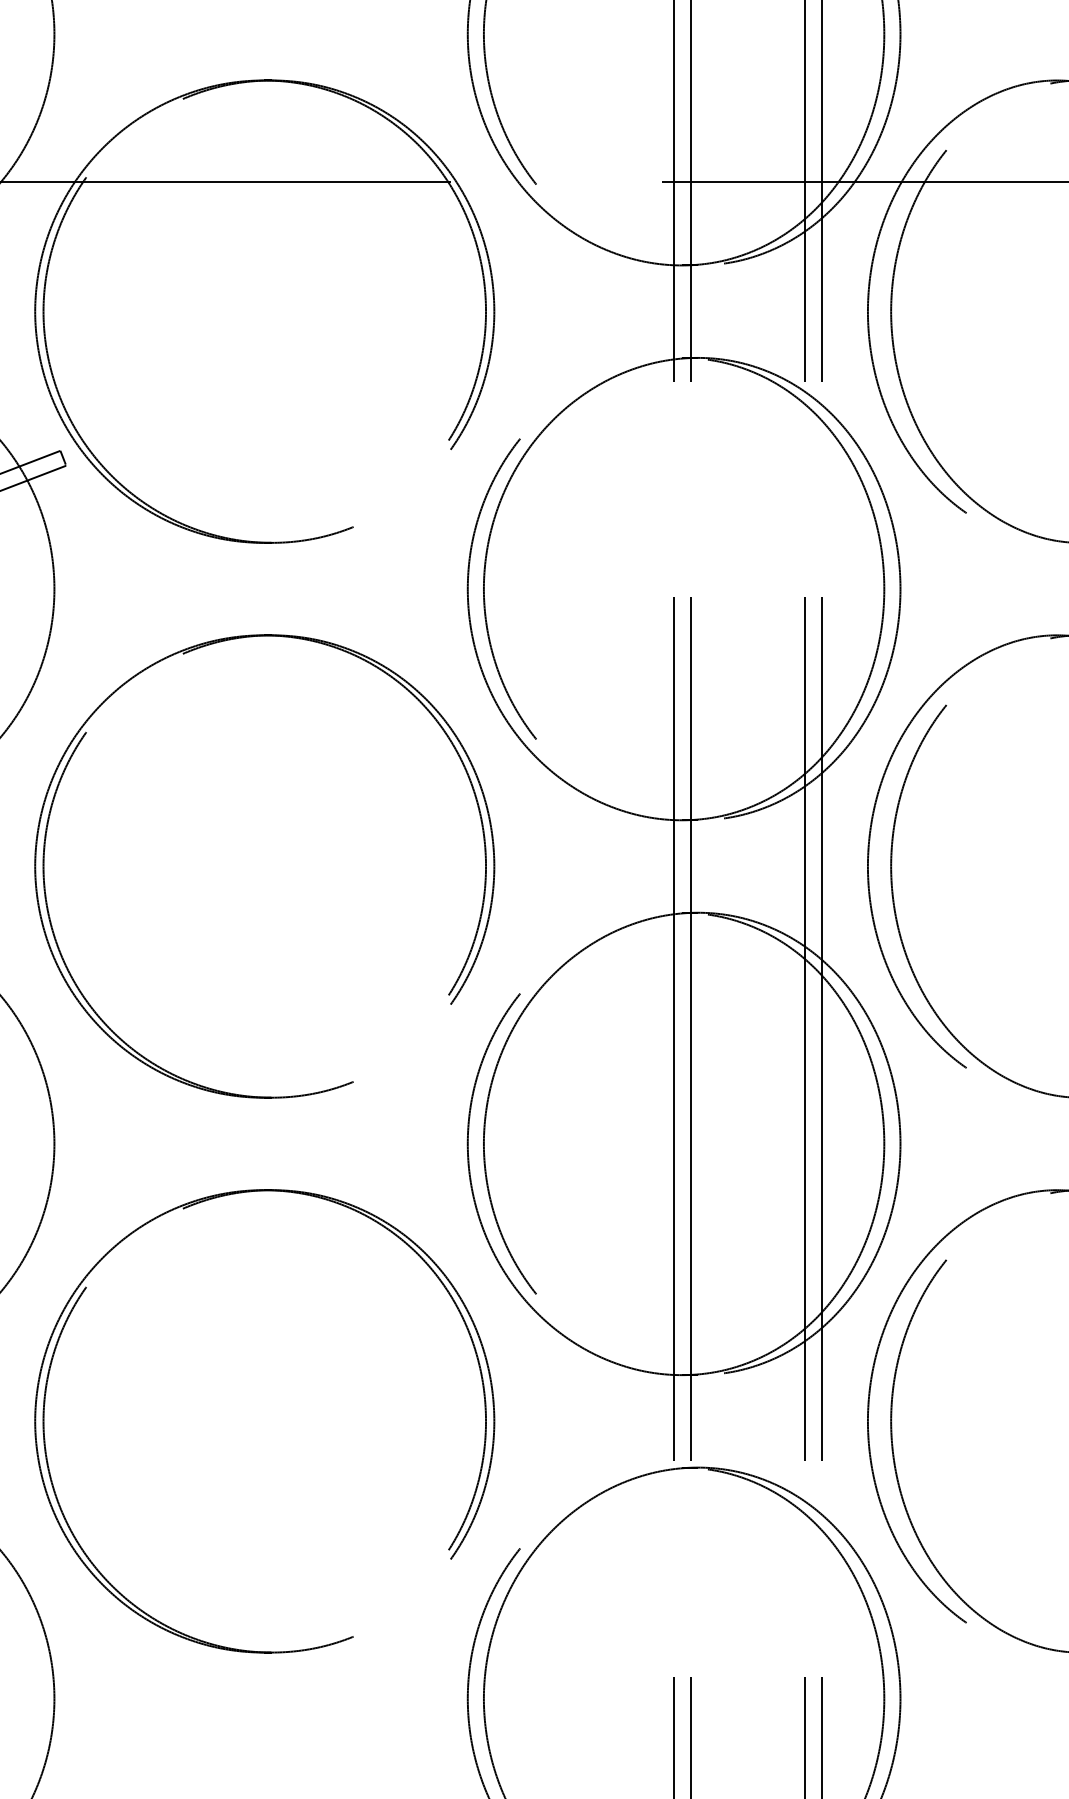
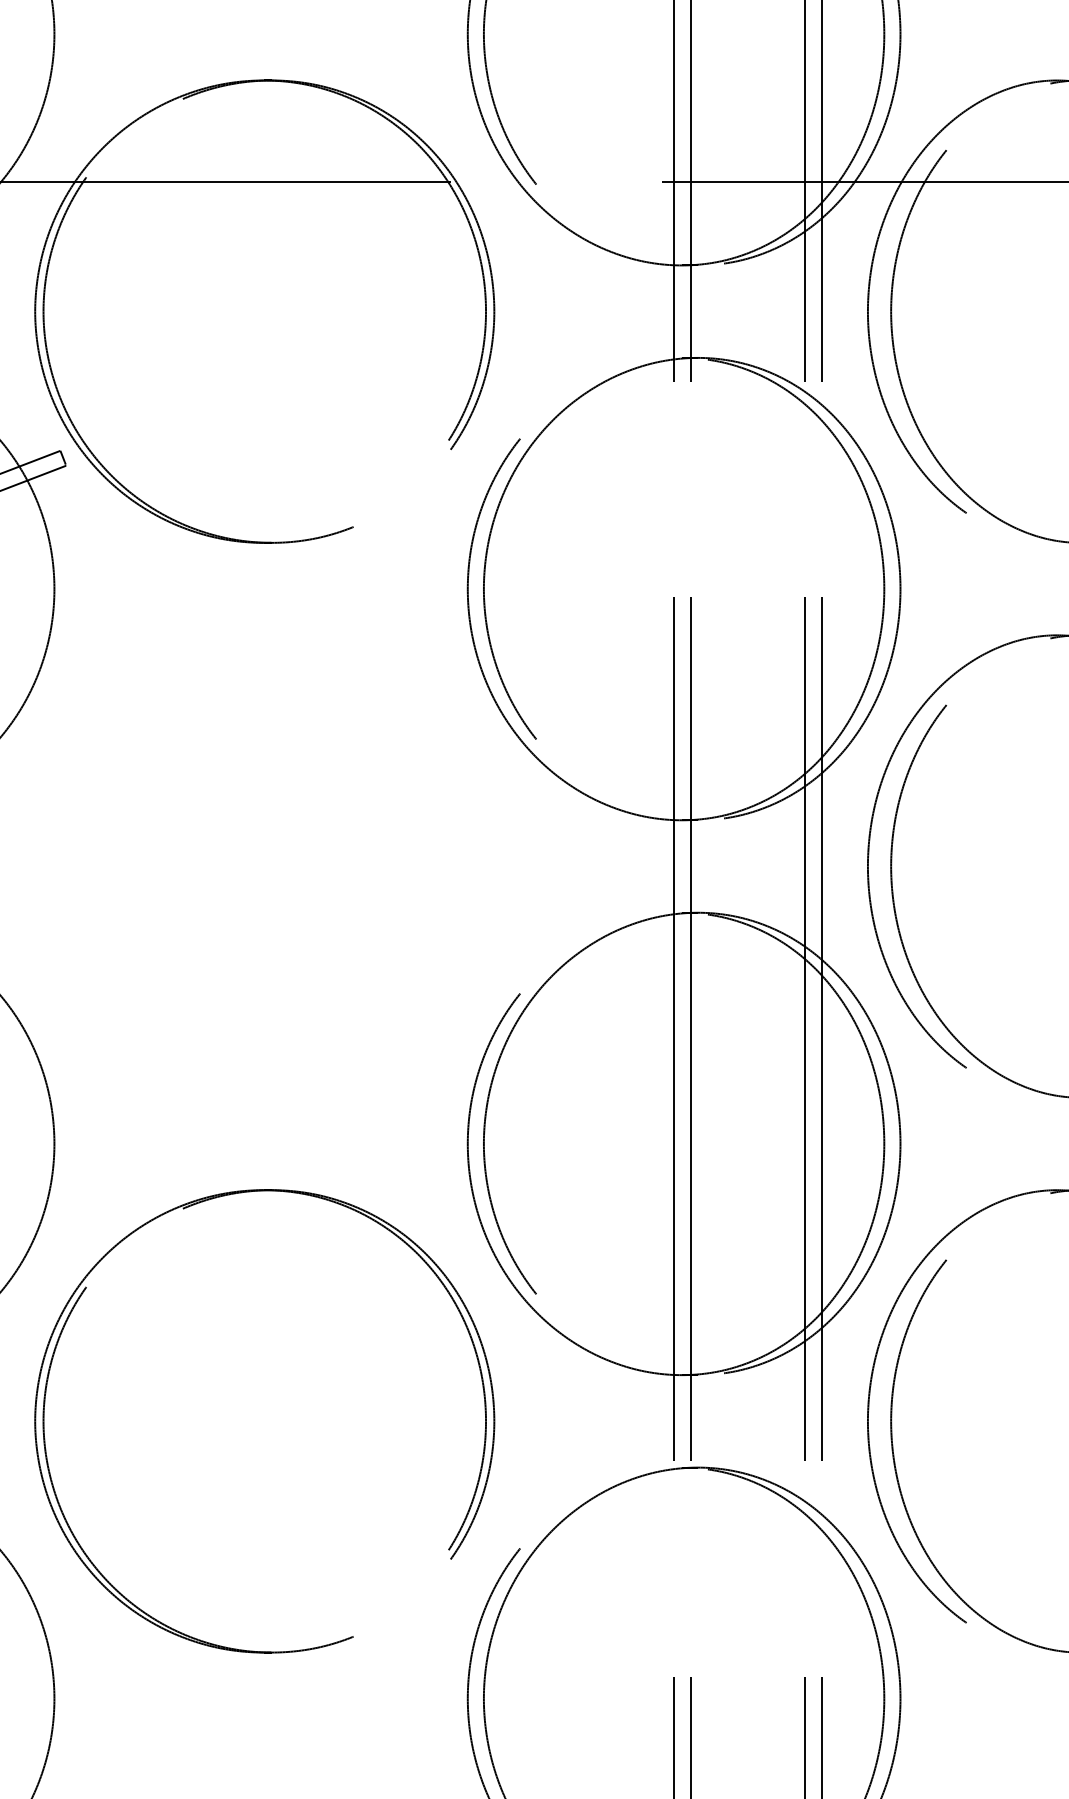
part at (45, 849): present -> none
